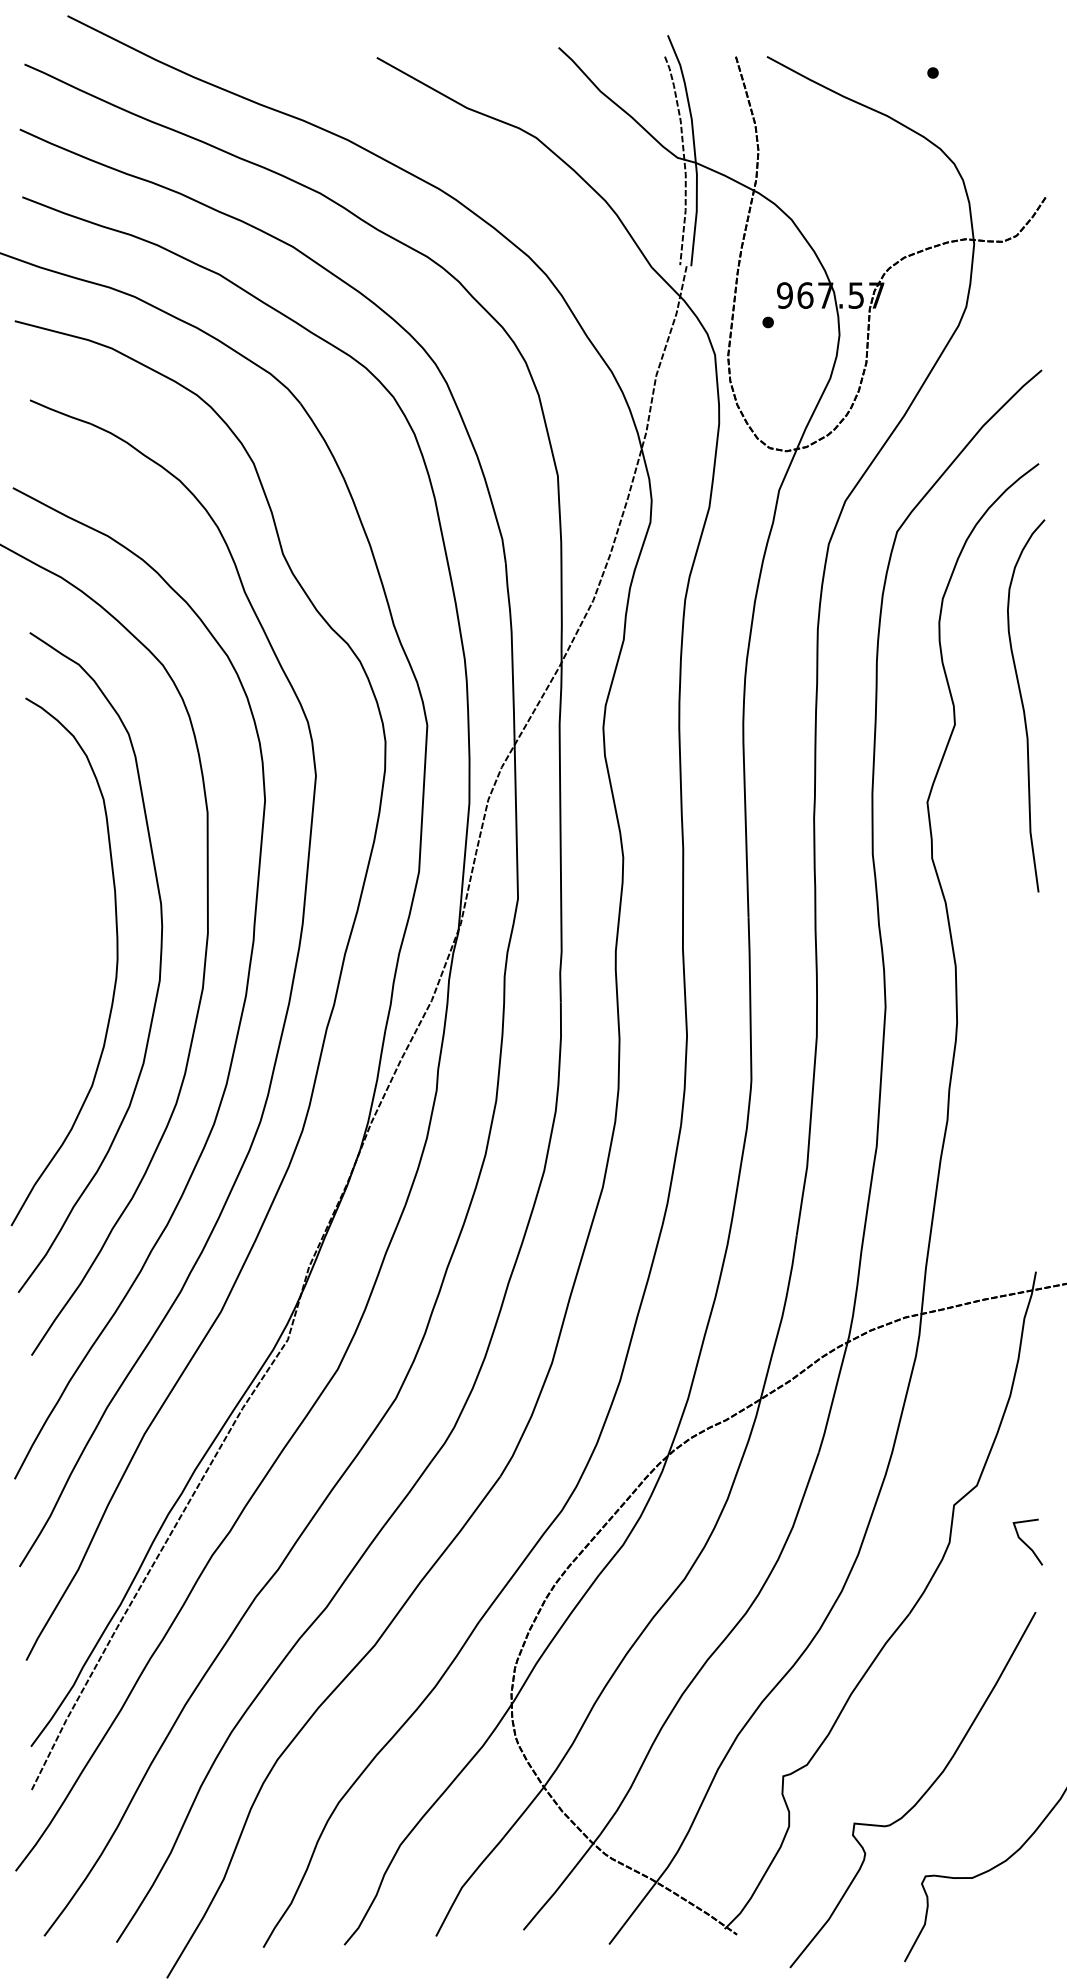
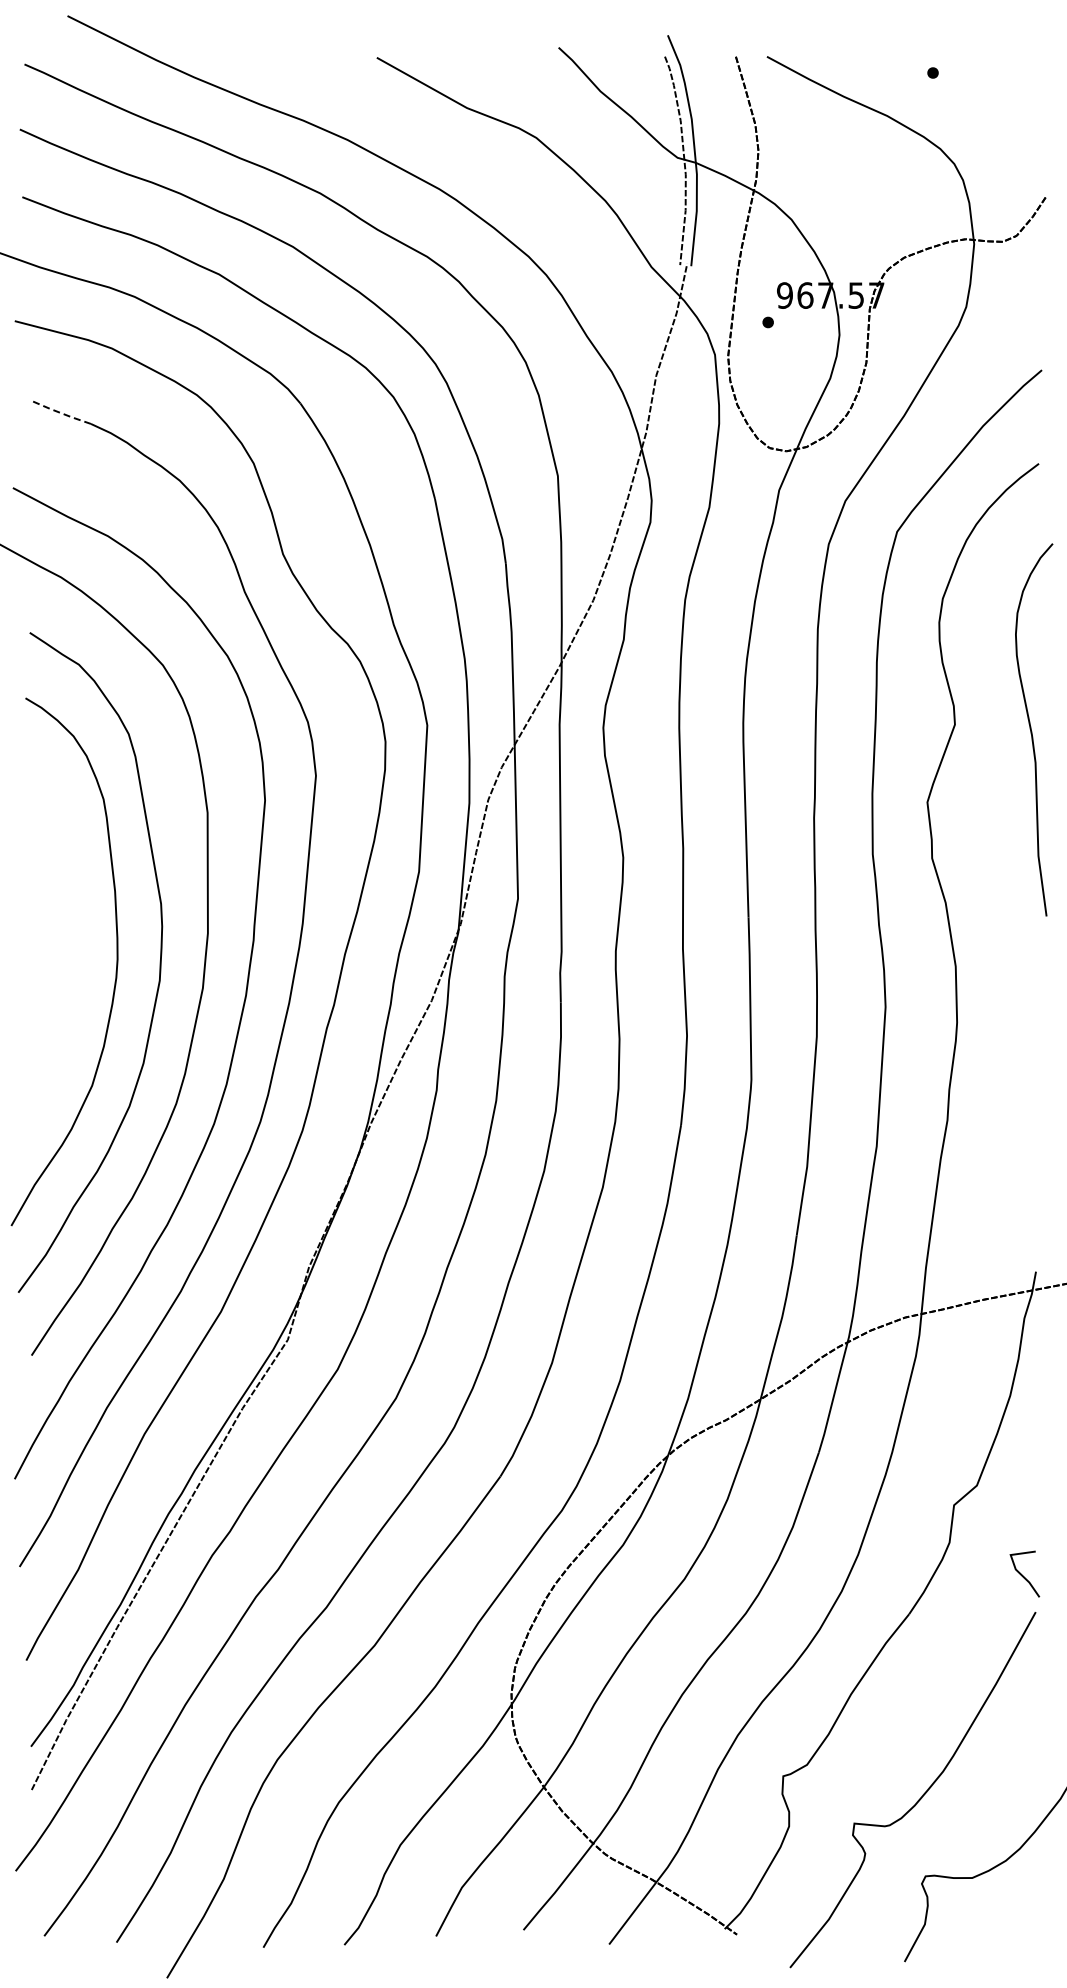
line at (60, 412): solid -> dashed
curve at (1024, 707) position: (1024, 707) -> (1032, 731)
line at (1025, 1542) position: (1025, 1542) -> (1022, 1574)
